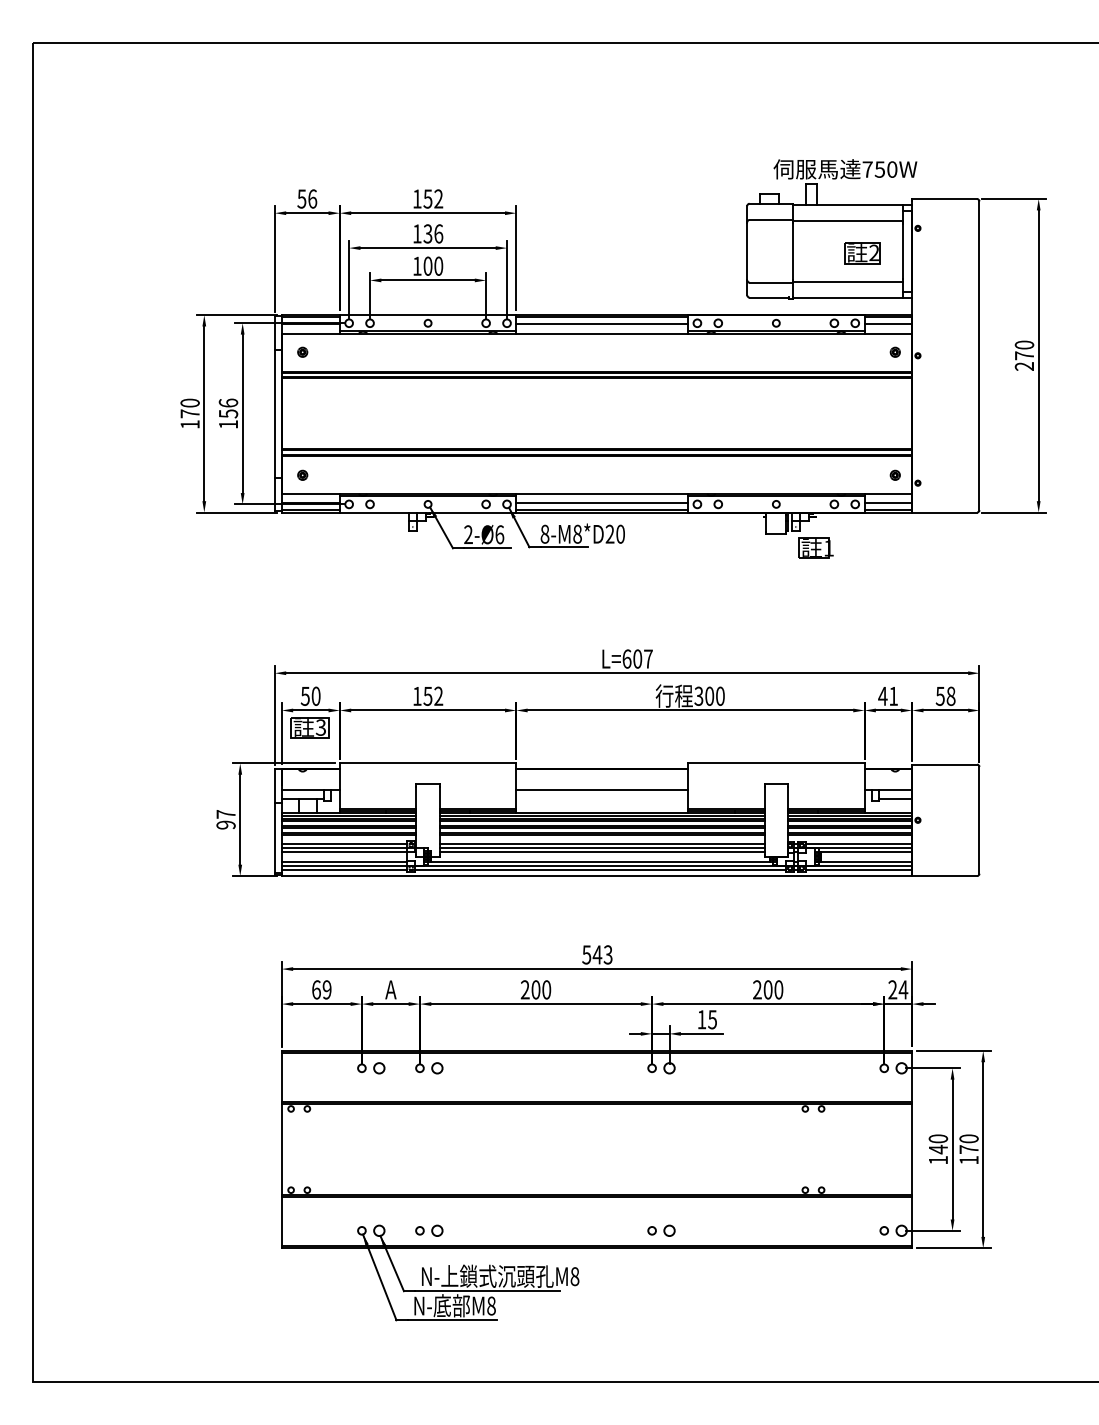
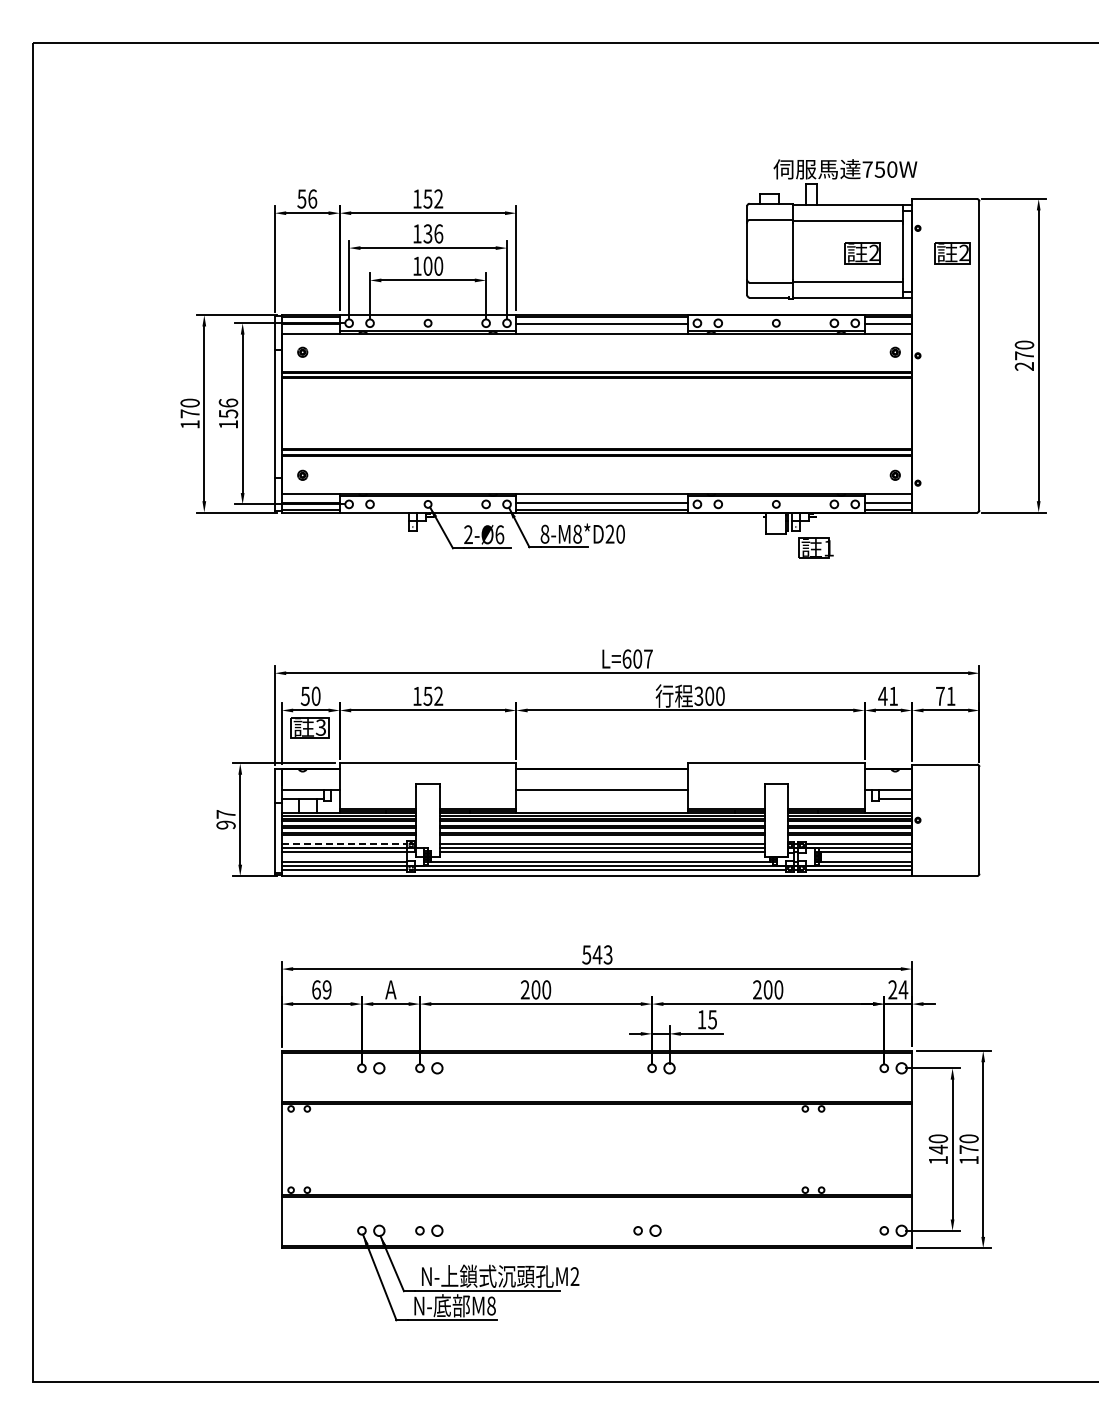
part at (952, 253): none -> present
text at (945, 695): 58 -> 71
line at (344, 843): solid -> dashed
part at (661, 1230) position: (661, 1230) -> (647, 1230)
text at (574, 1276): M8 -> M2
